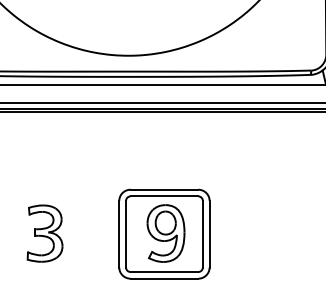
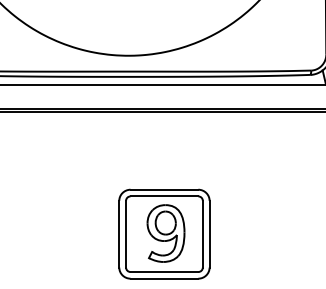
line at (162, 102): present -> none
part at (44, 233): present -> none
